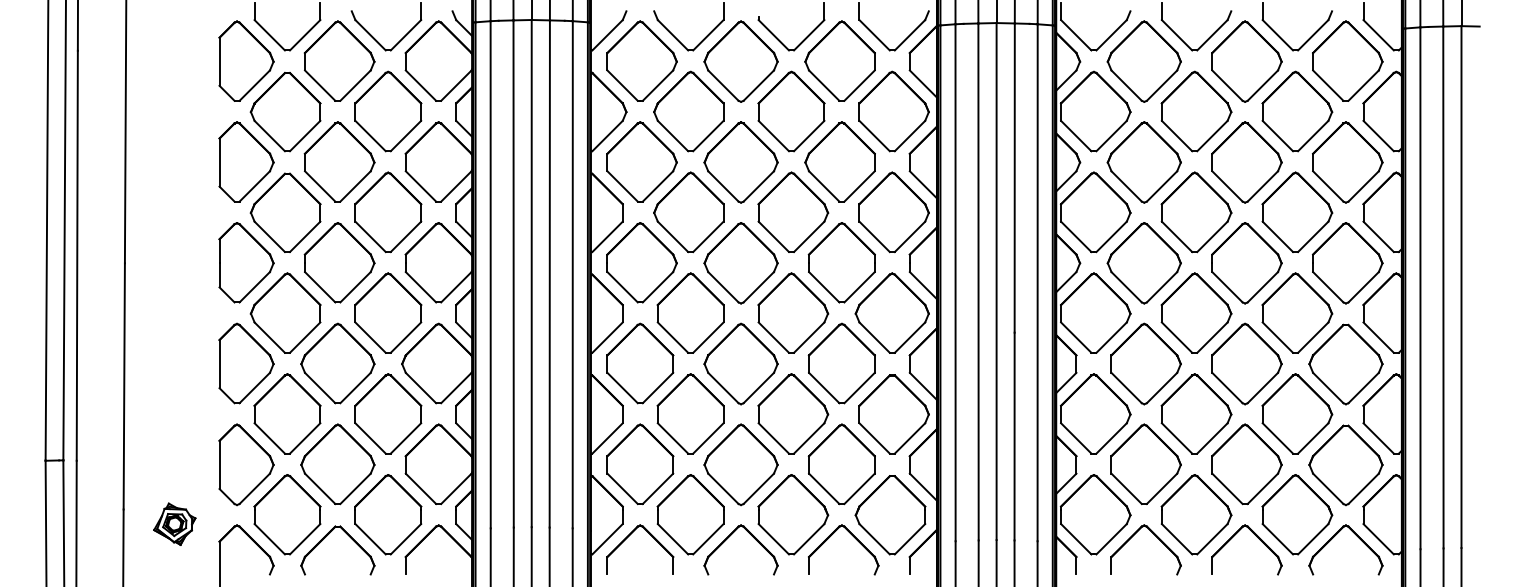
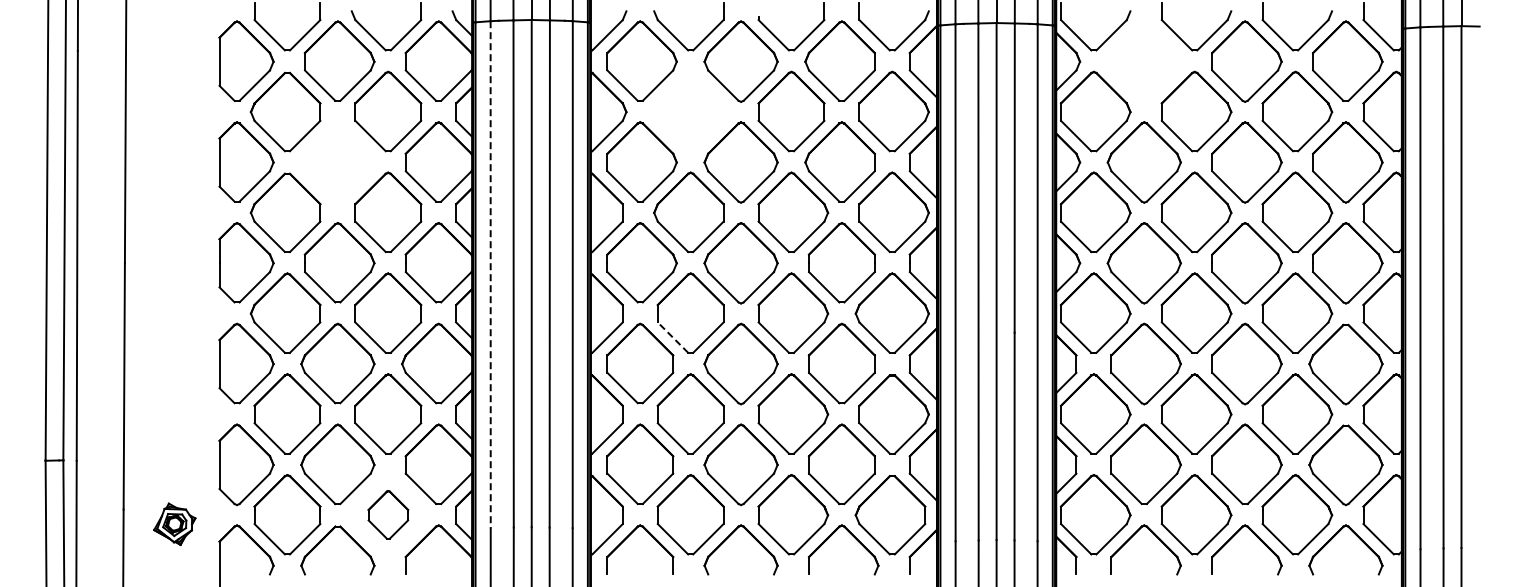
part at (1143, 61): present -> none
part at (688, 111): present -> none
part at (339, 161): present -> none
line at (490, 274): solid -> dashed
line at (672, 337): solid -> dashed
part at (388, 514) size: 69x82 px -> 43x50 px
